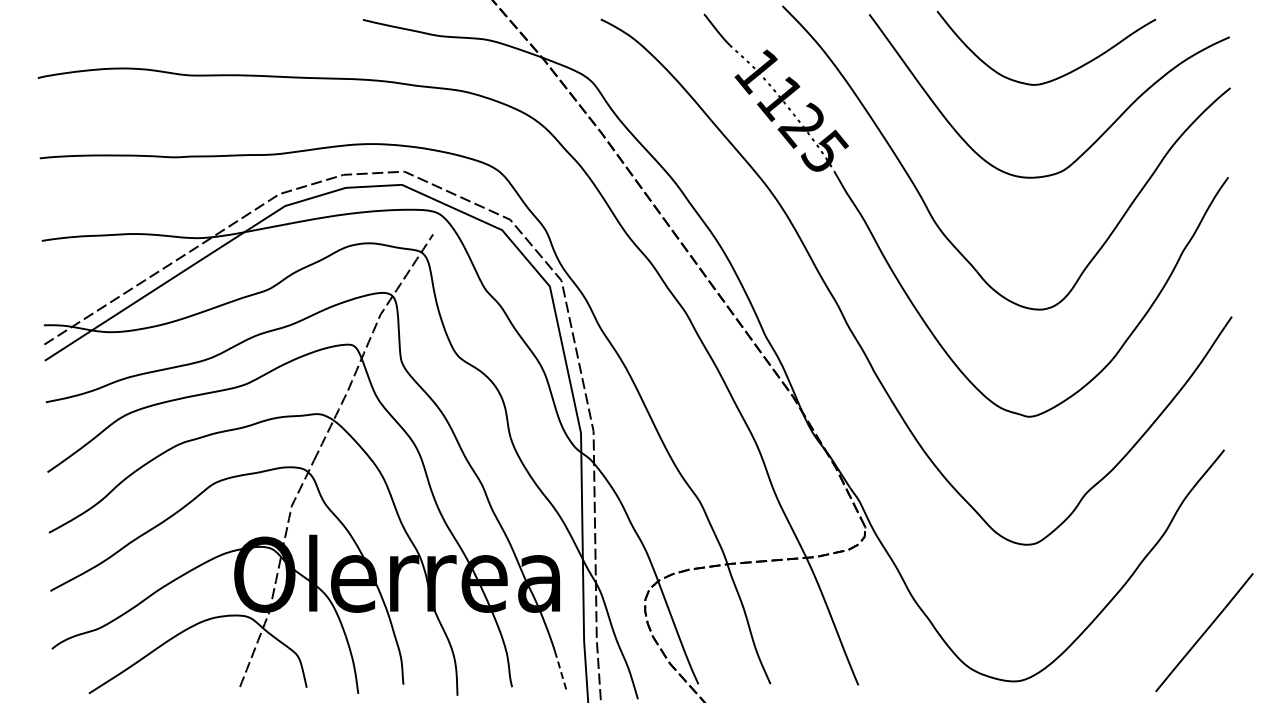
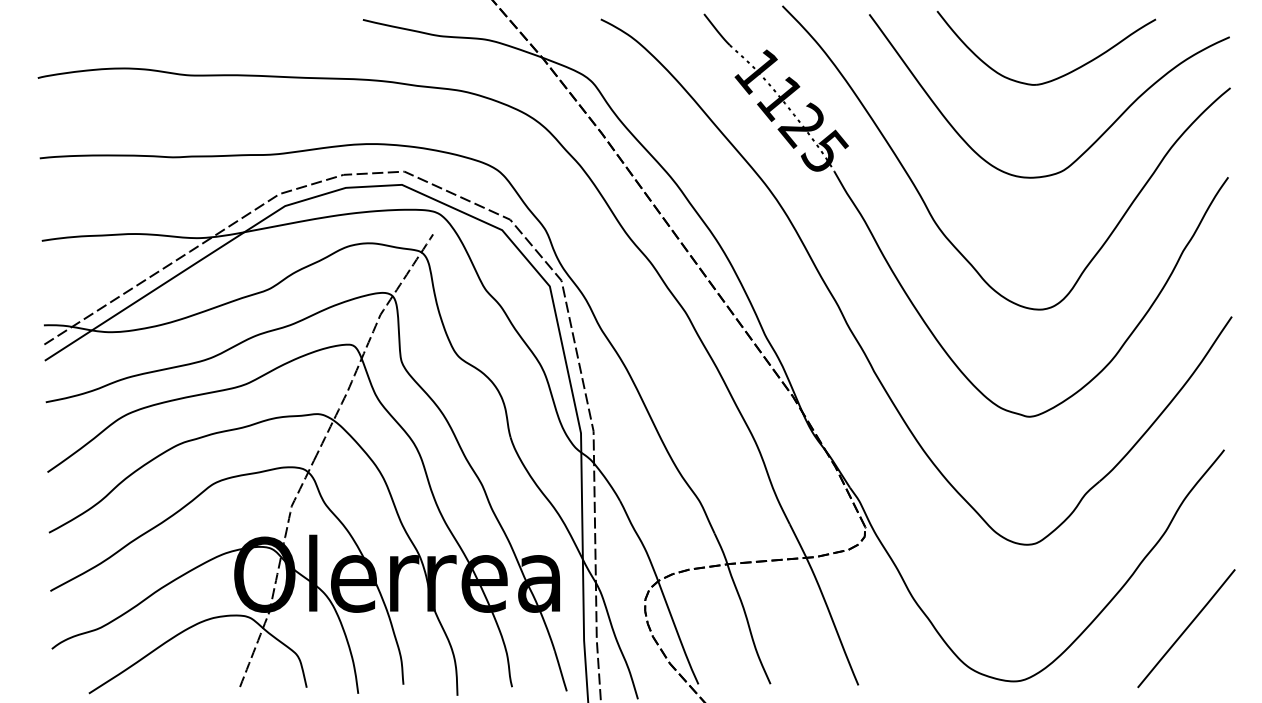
line at (1204, 632) position: (1204, 632) -> (1186, 628)
line at (560, 671): dashed -> solid
